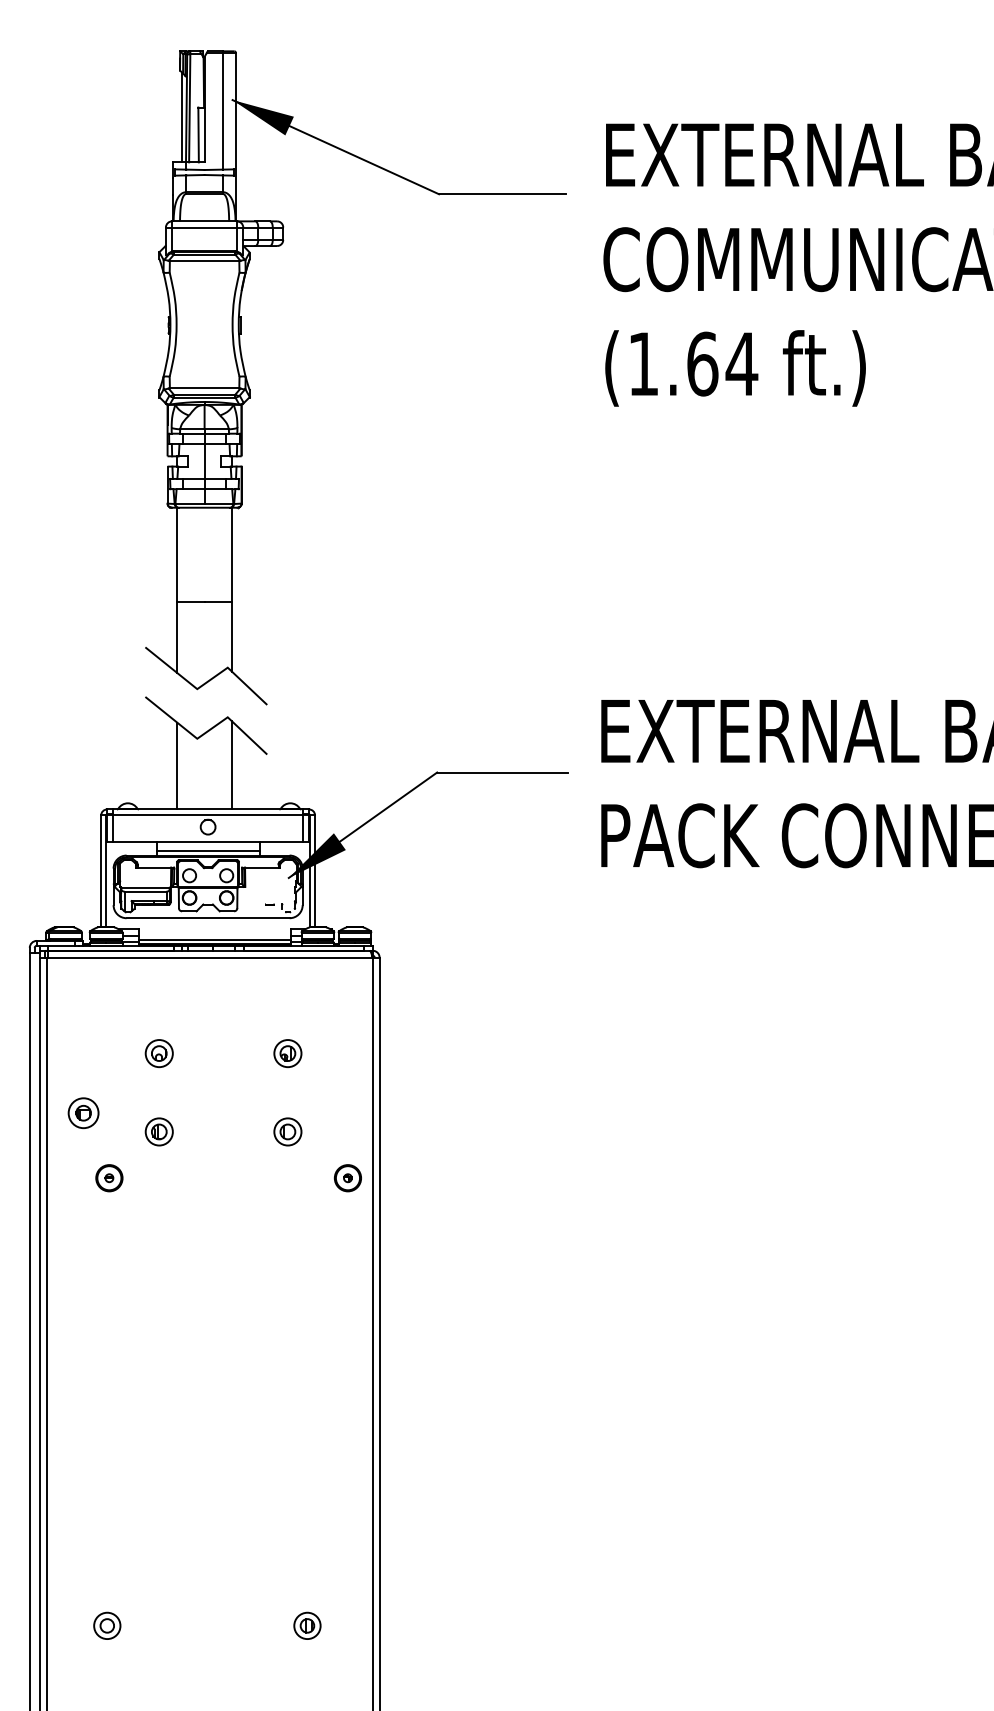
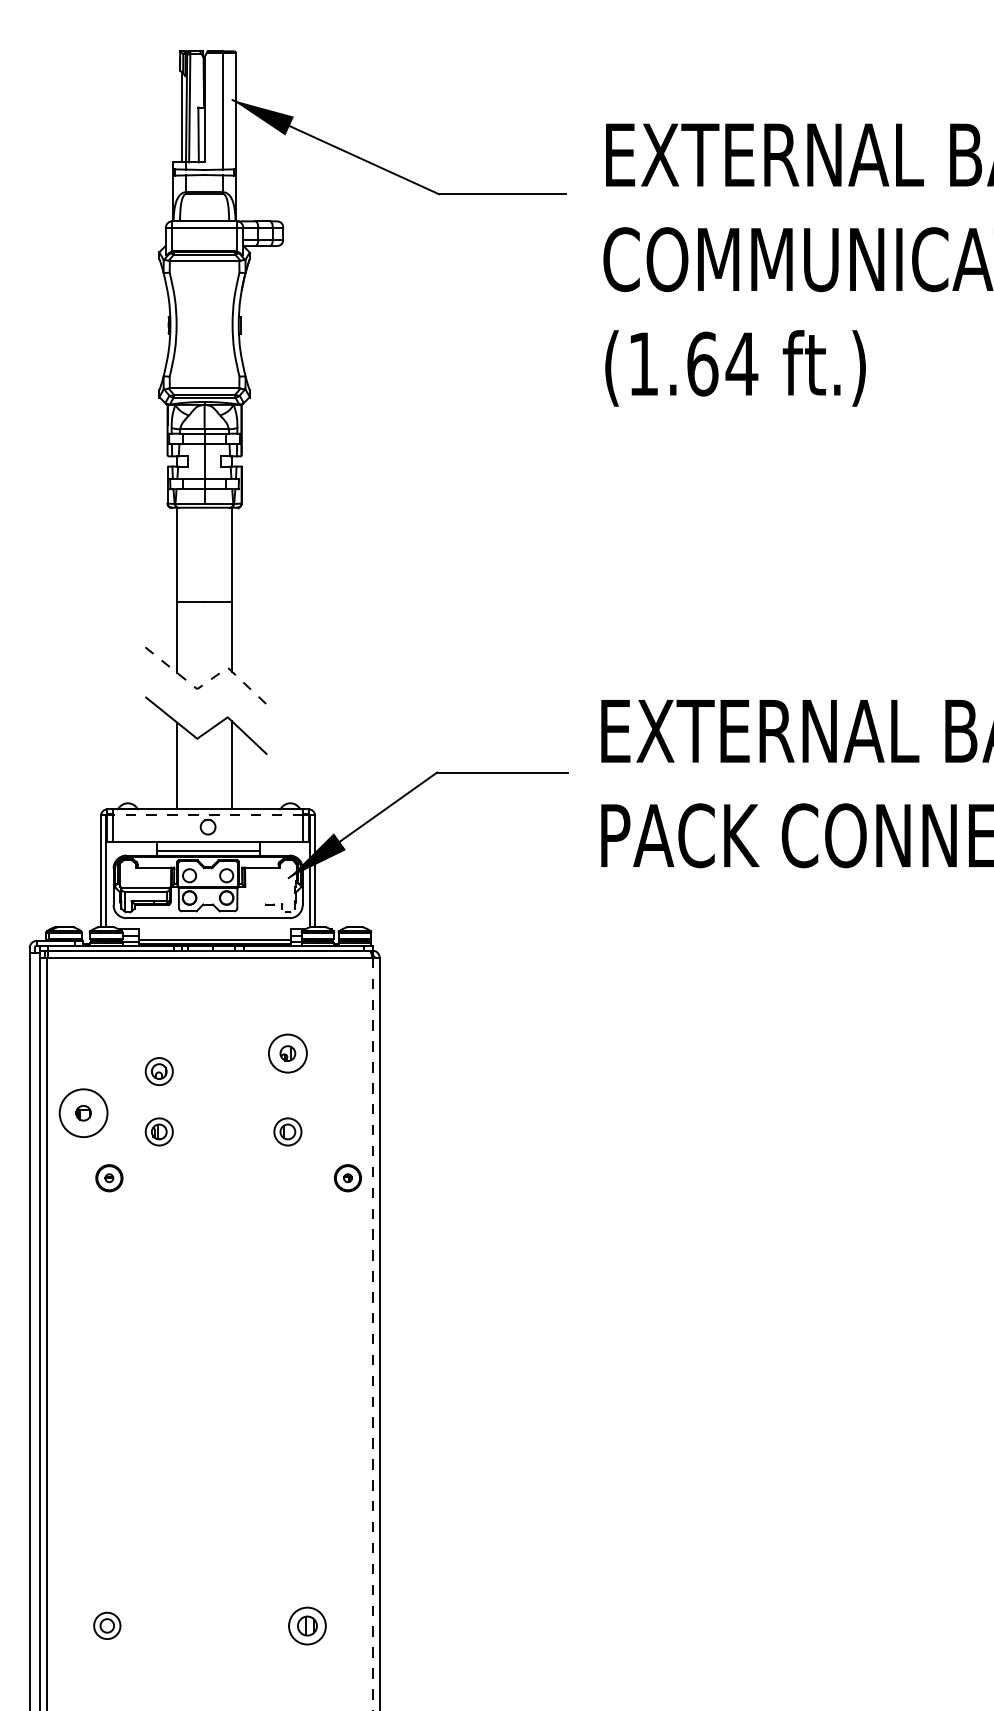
line at (207, 681): solid -> dashed
line at (207, 815): solid -> dashed
part at (158, 1053) position: (158, 1053) -> (158, 1071)
circle at (287, 1053) diameter: 27 px -> 38 px
circle at (83, 1113) diameter: 30 px -> 48 px
line at (372, 1334): solid -> dashed
part at (307, 1625) size: 29x29 px -> 39x40 px
